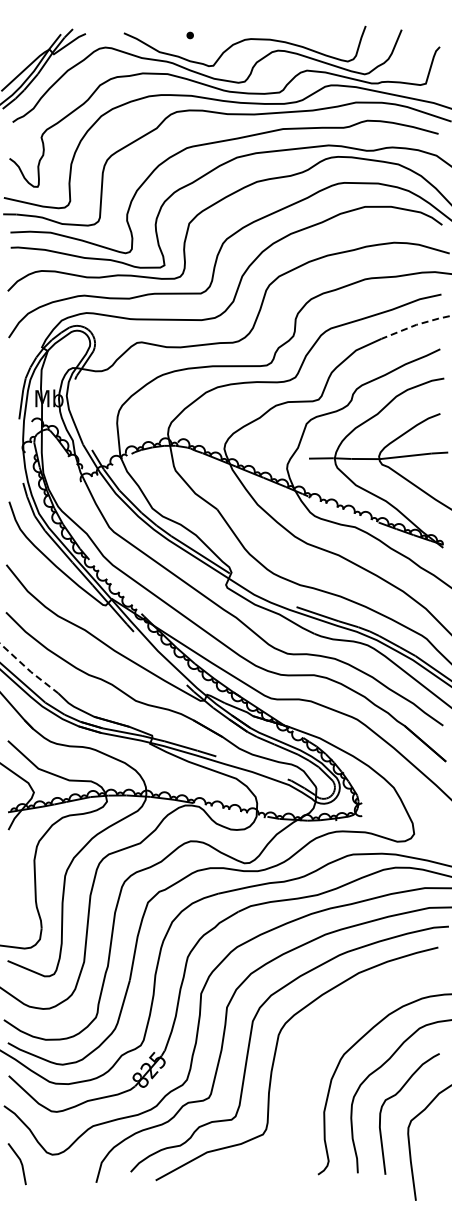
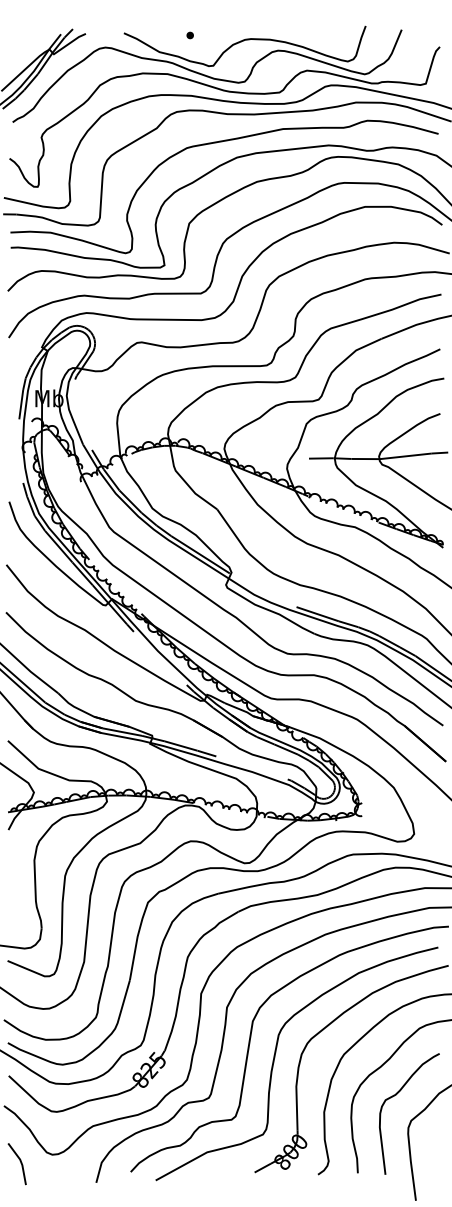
line at (416, 324): dashed -> solid
line at (28, 669): dashed -> solid
part at (322, 1031): none -> present
